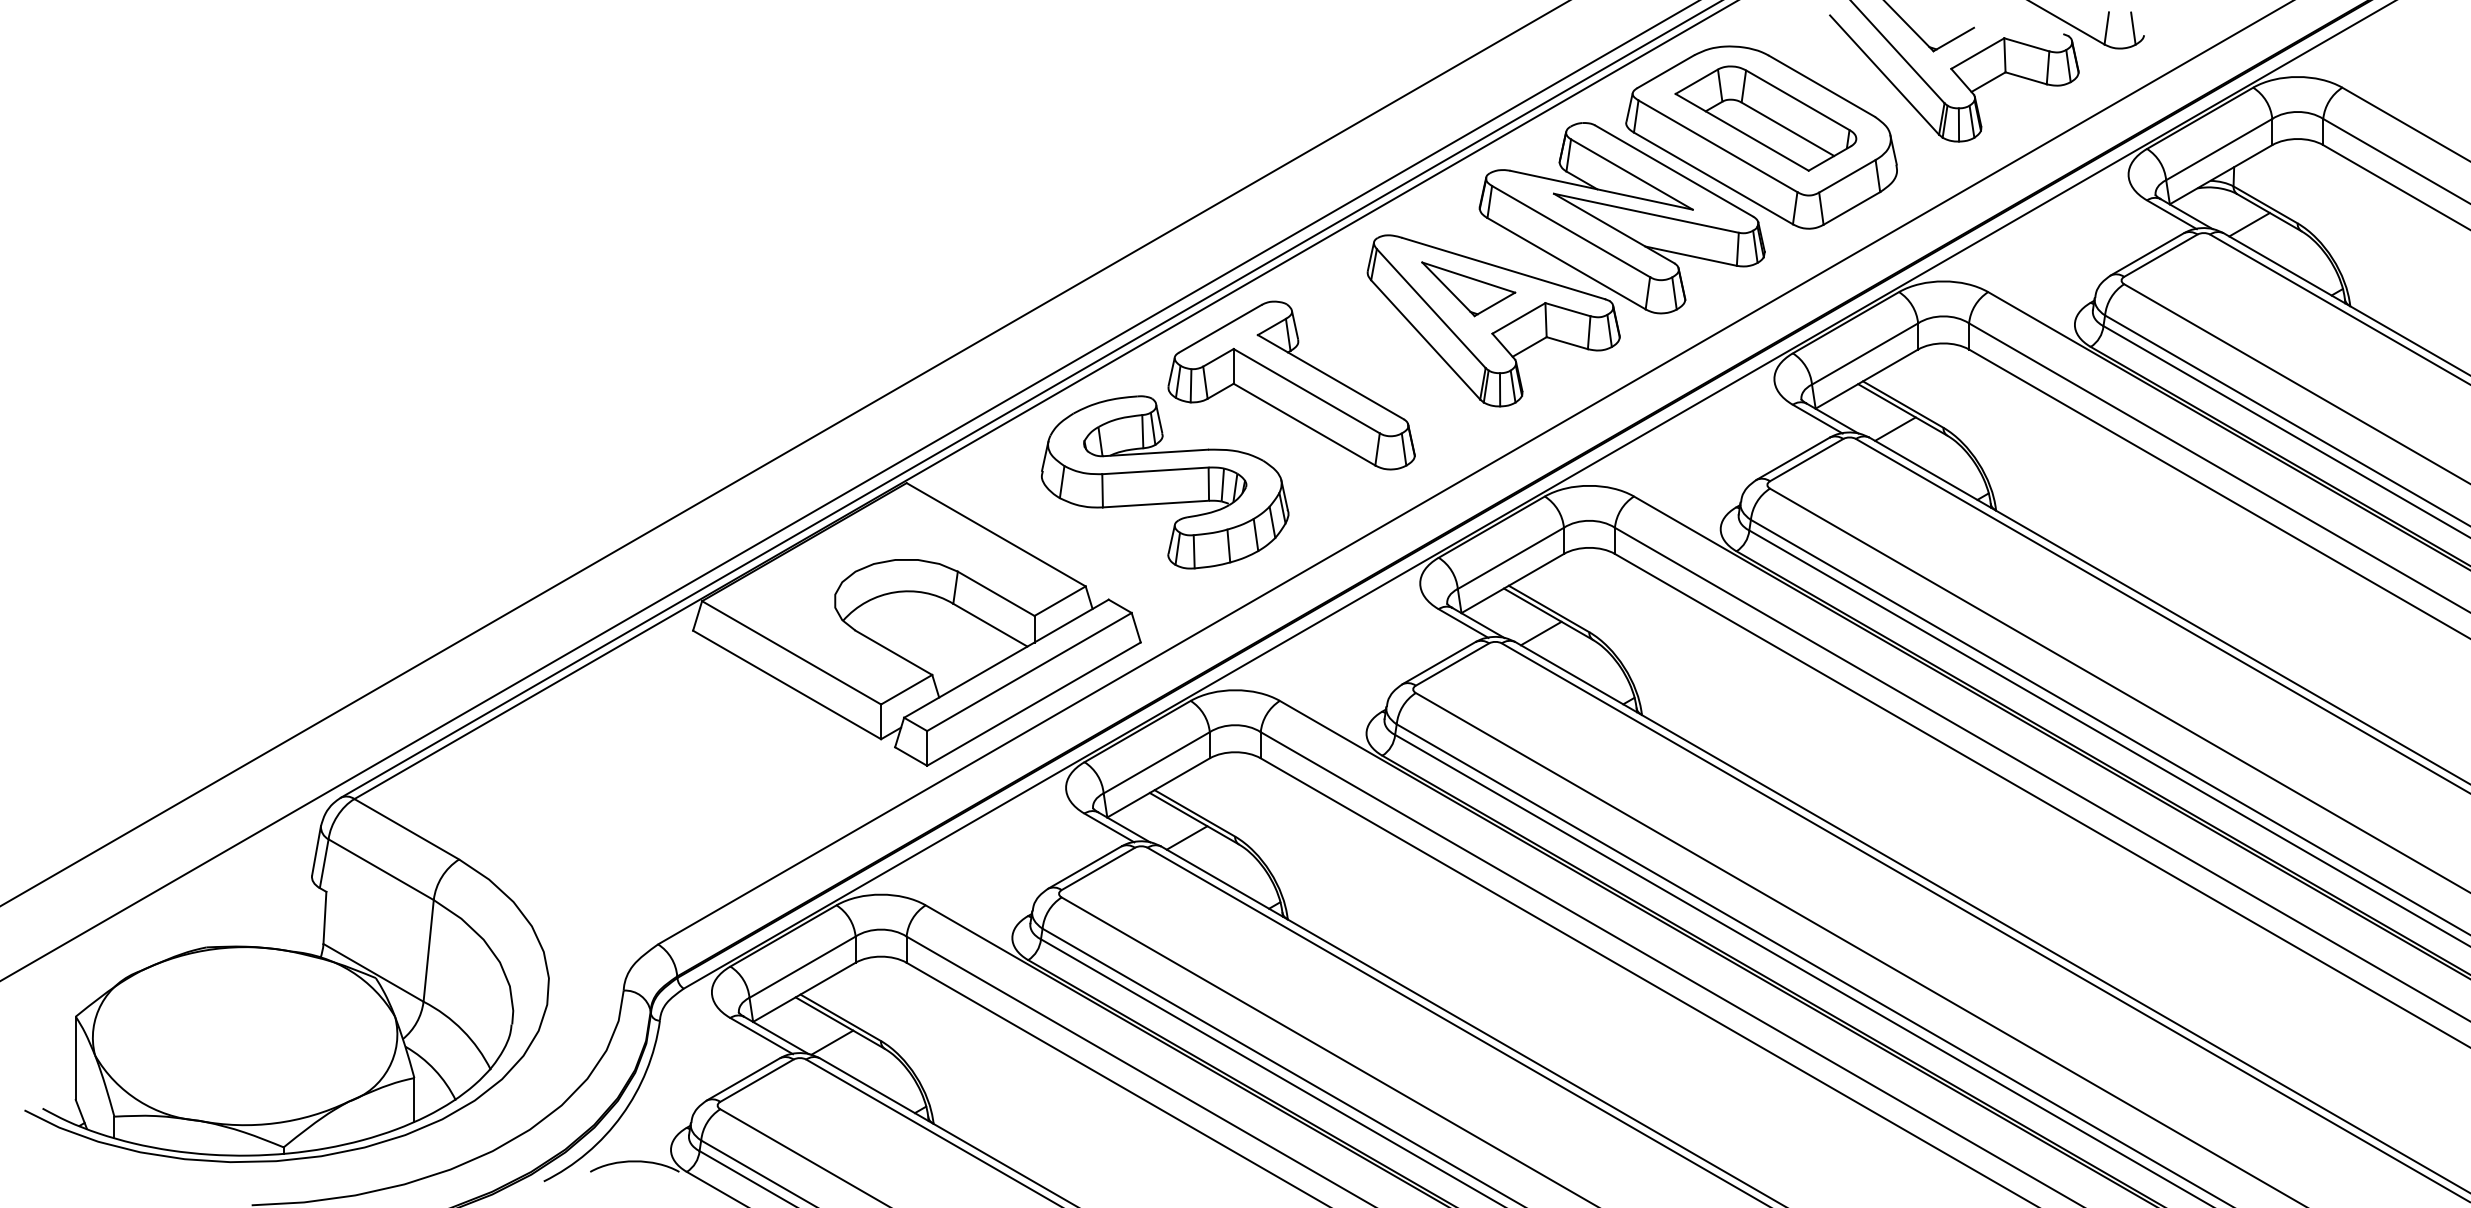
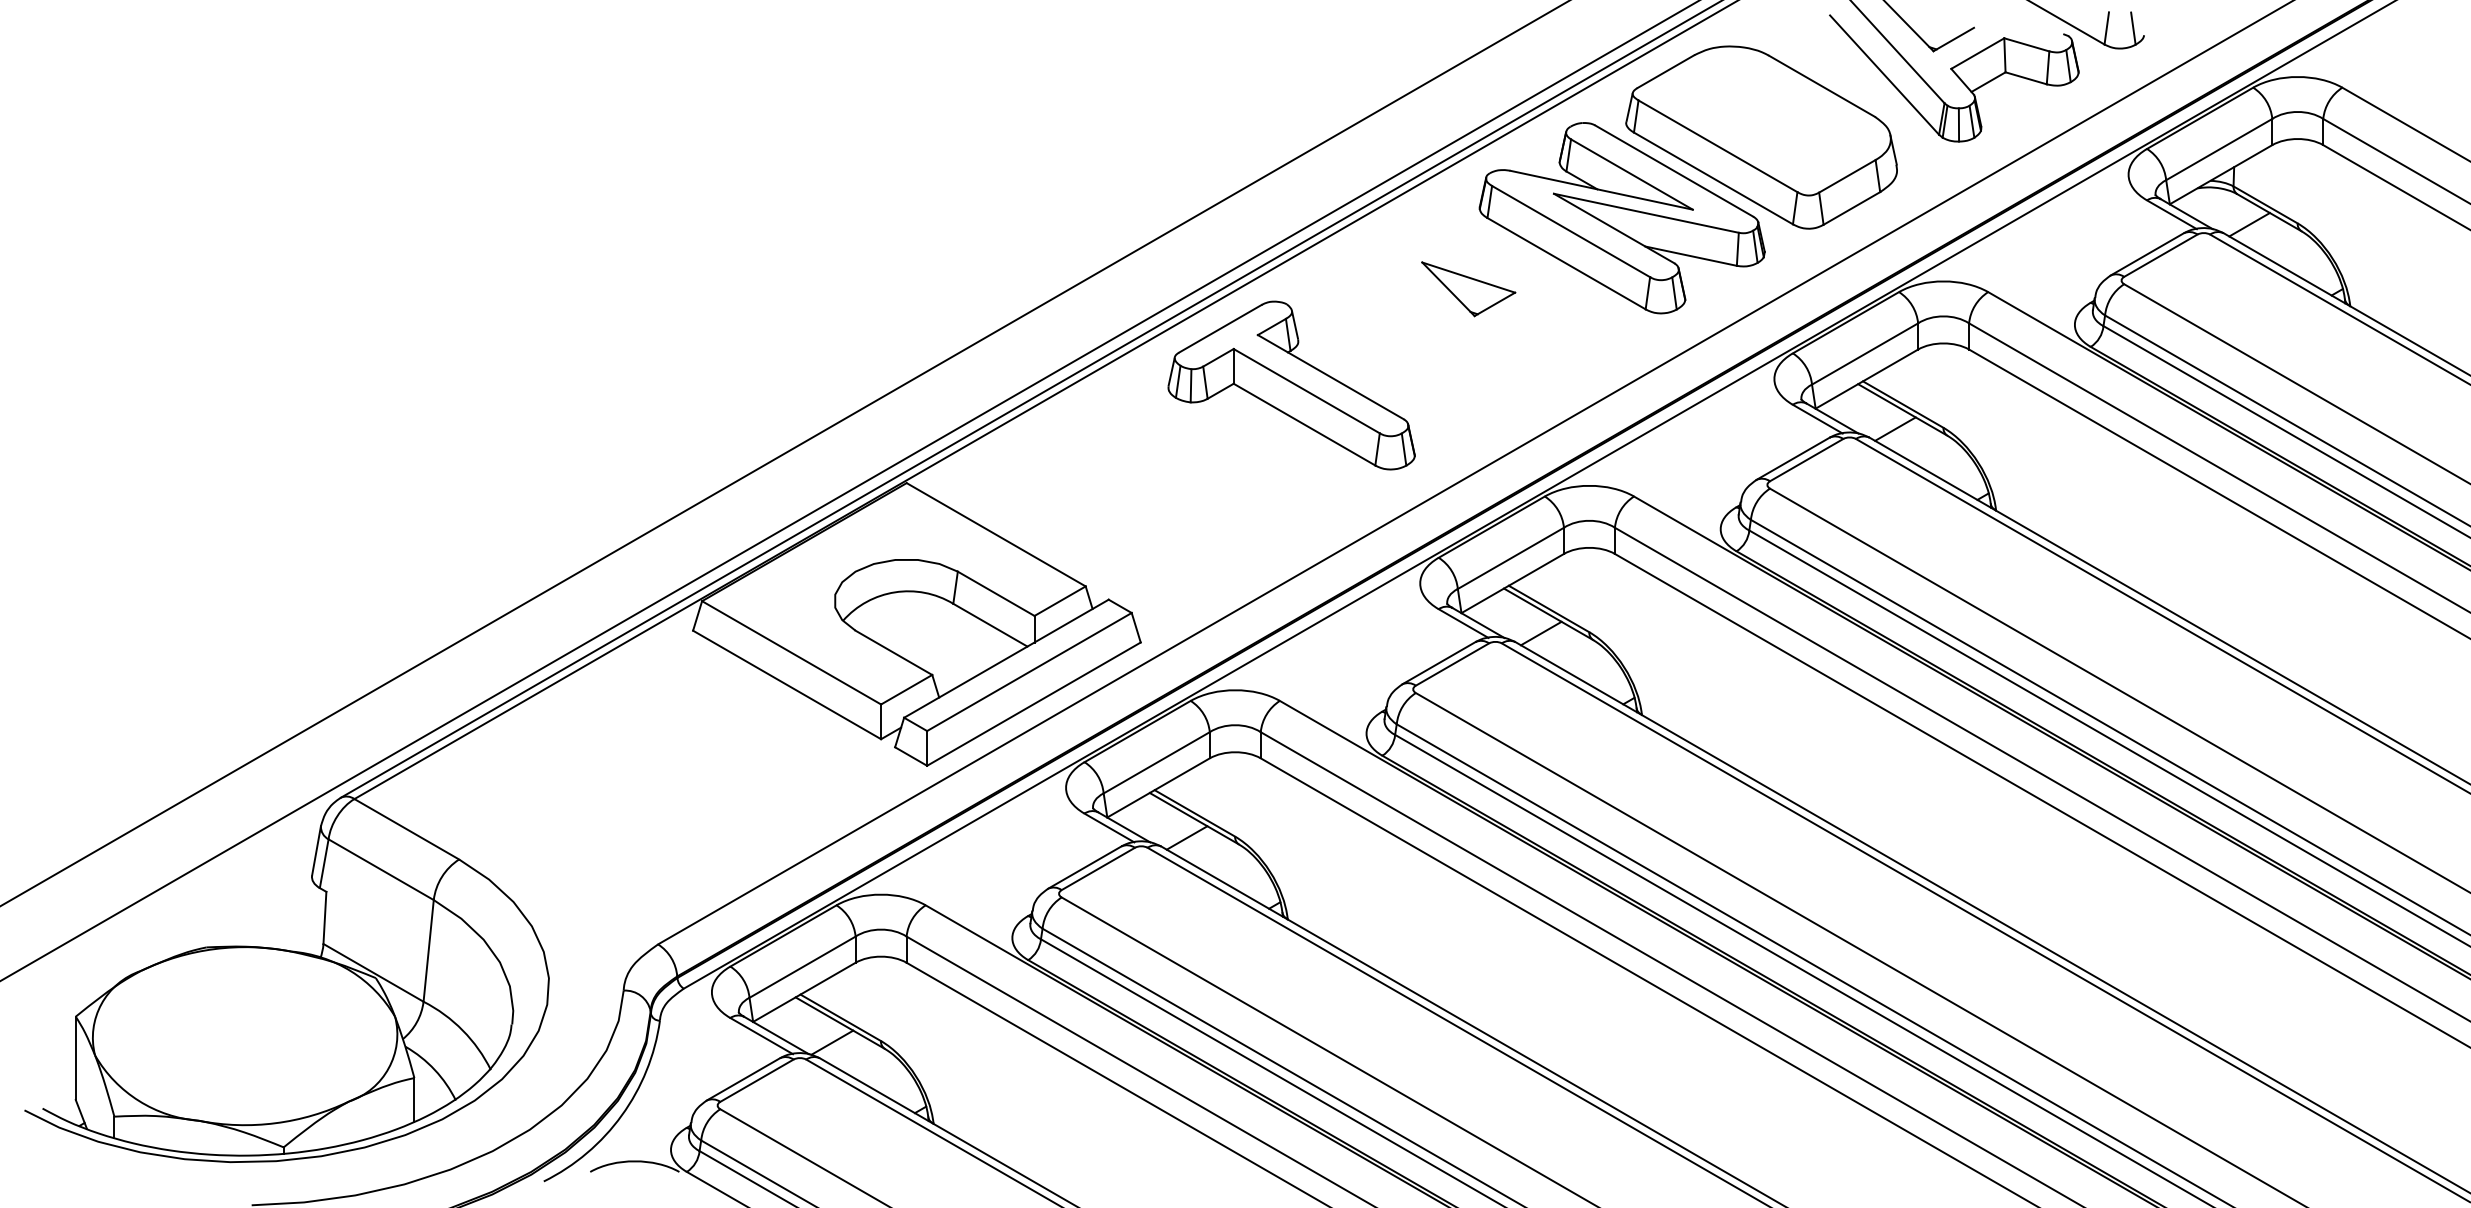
part at (1765, 118): present -> none
part at (1493, 320): present -> none
part at (1165, 482): present -> none
